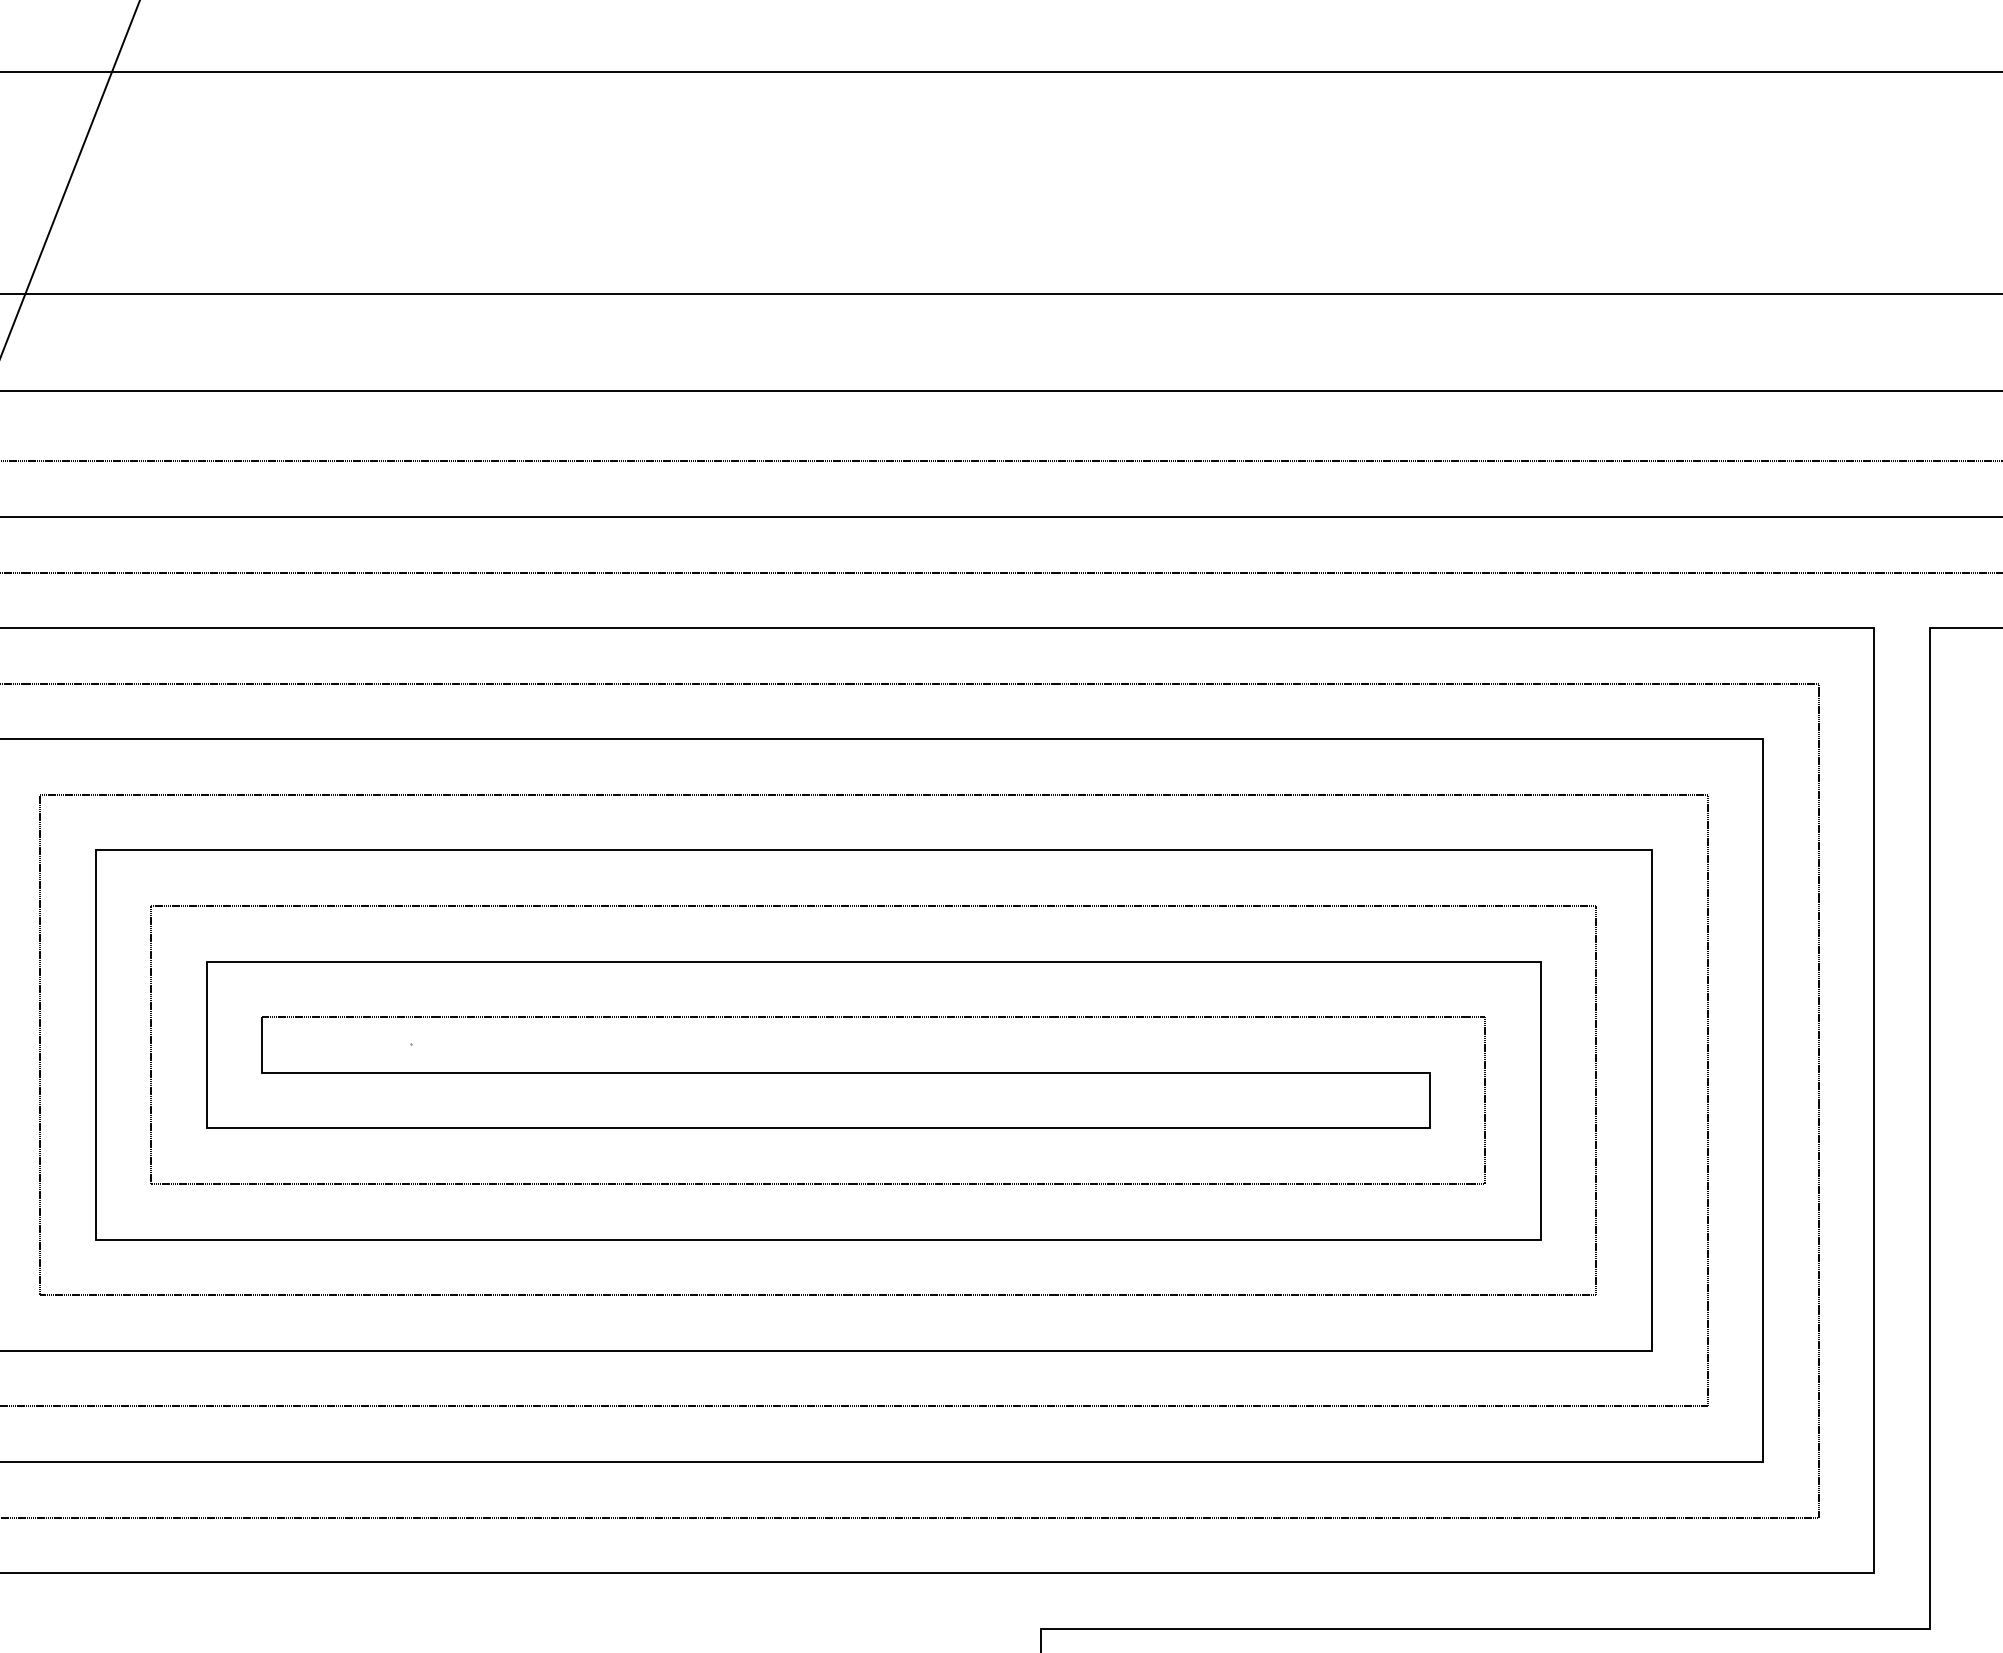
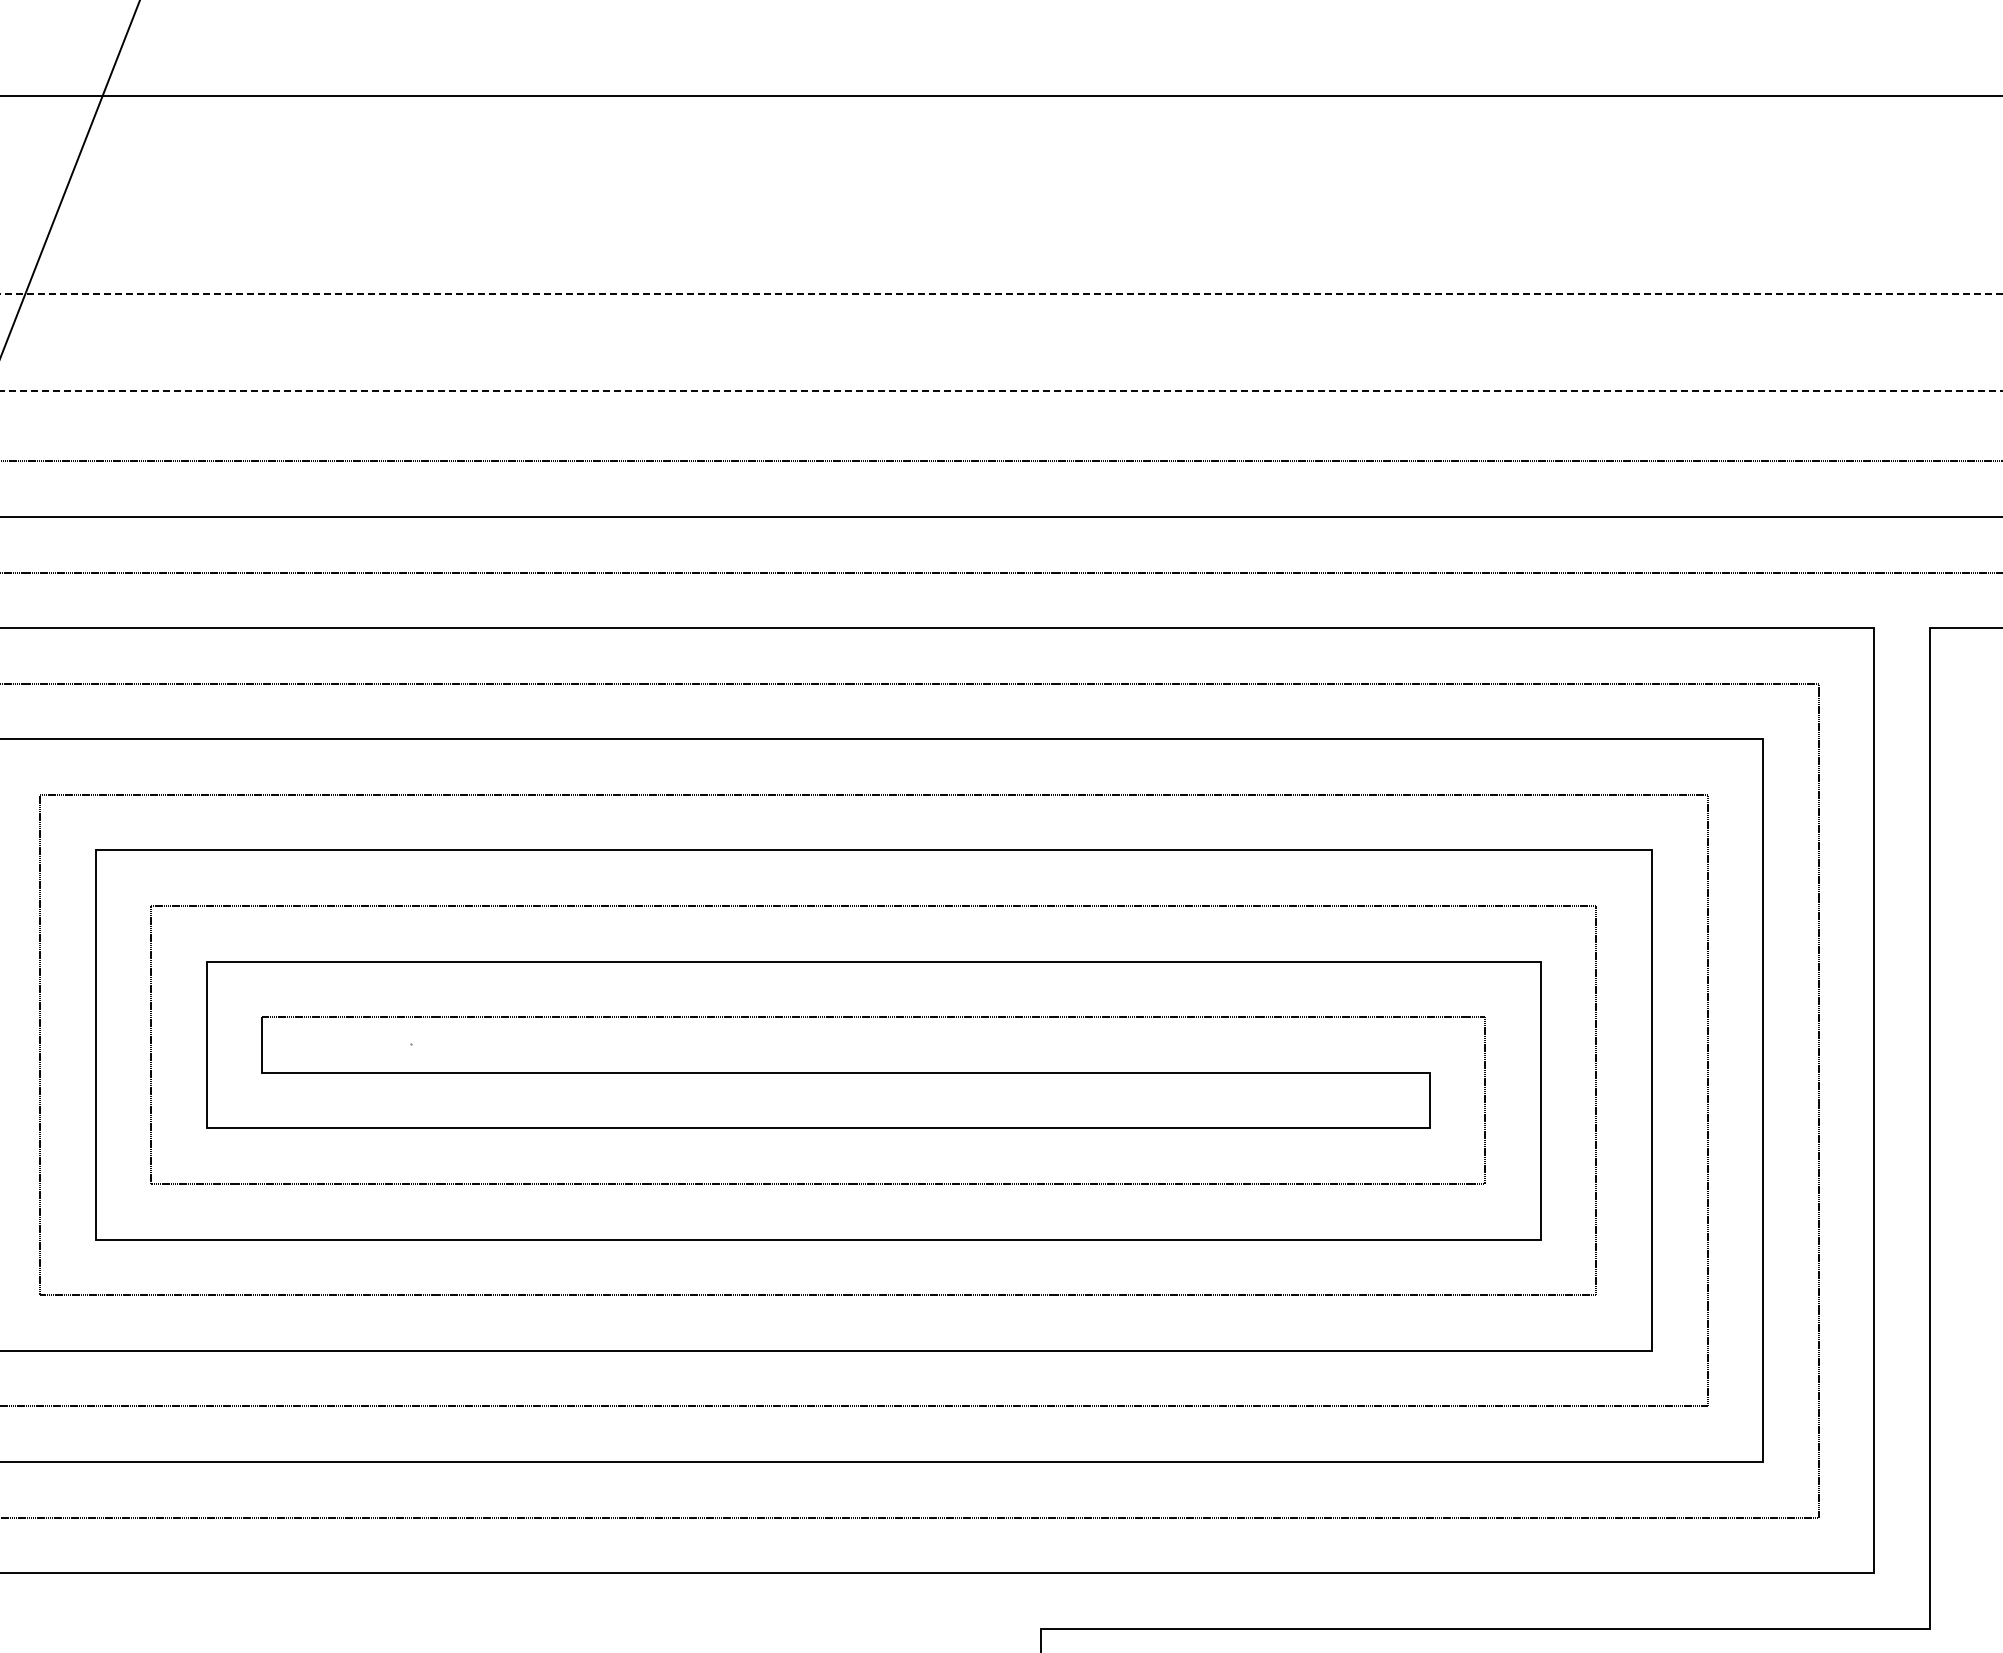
line at (1000, 71) position: (1000, 71) -> (1000, 95)
line at (1001, 293): solid -> dashed
line at (1001, 391): solid -> dashed
